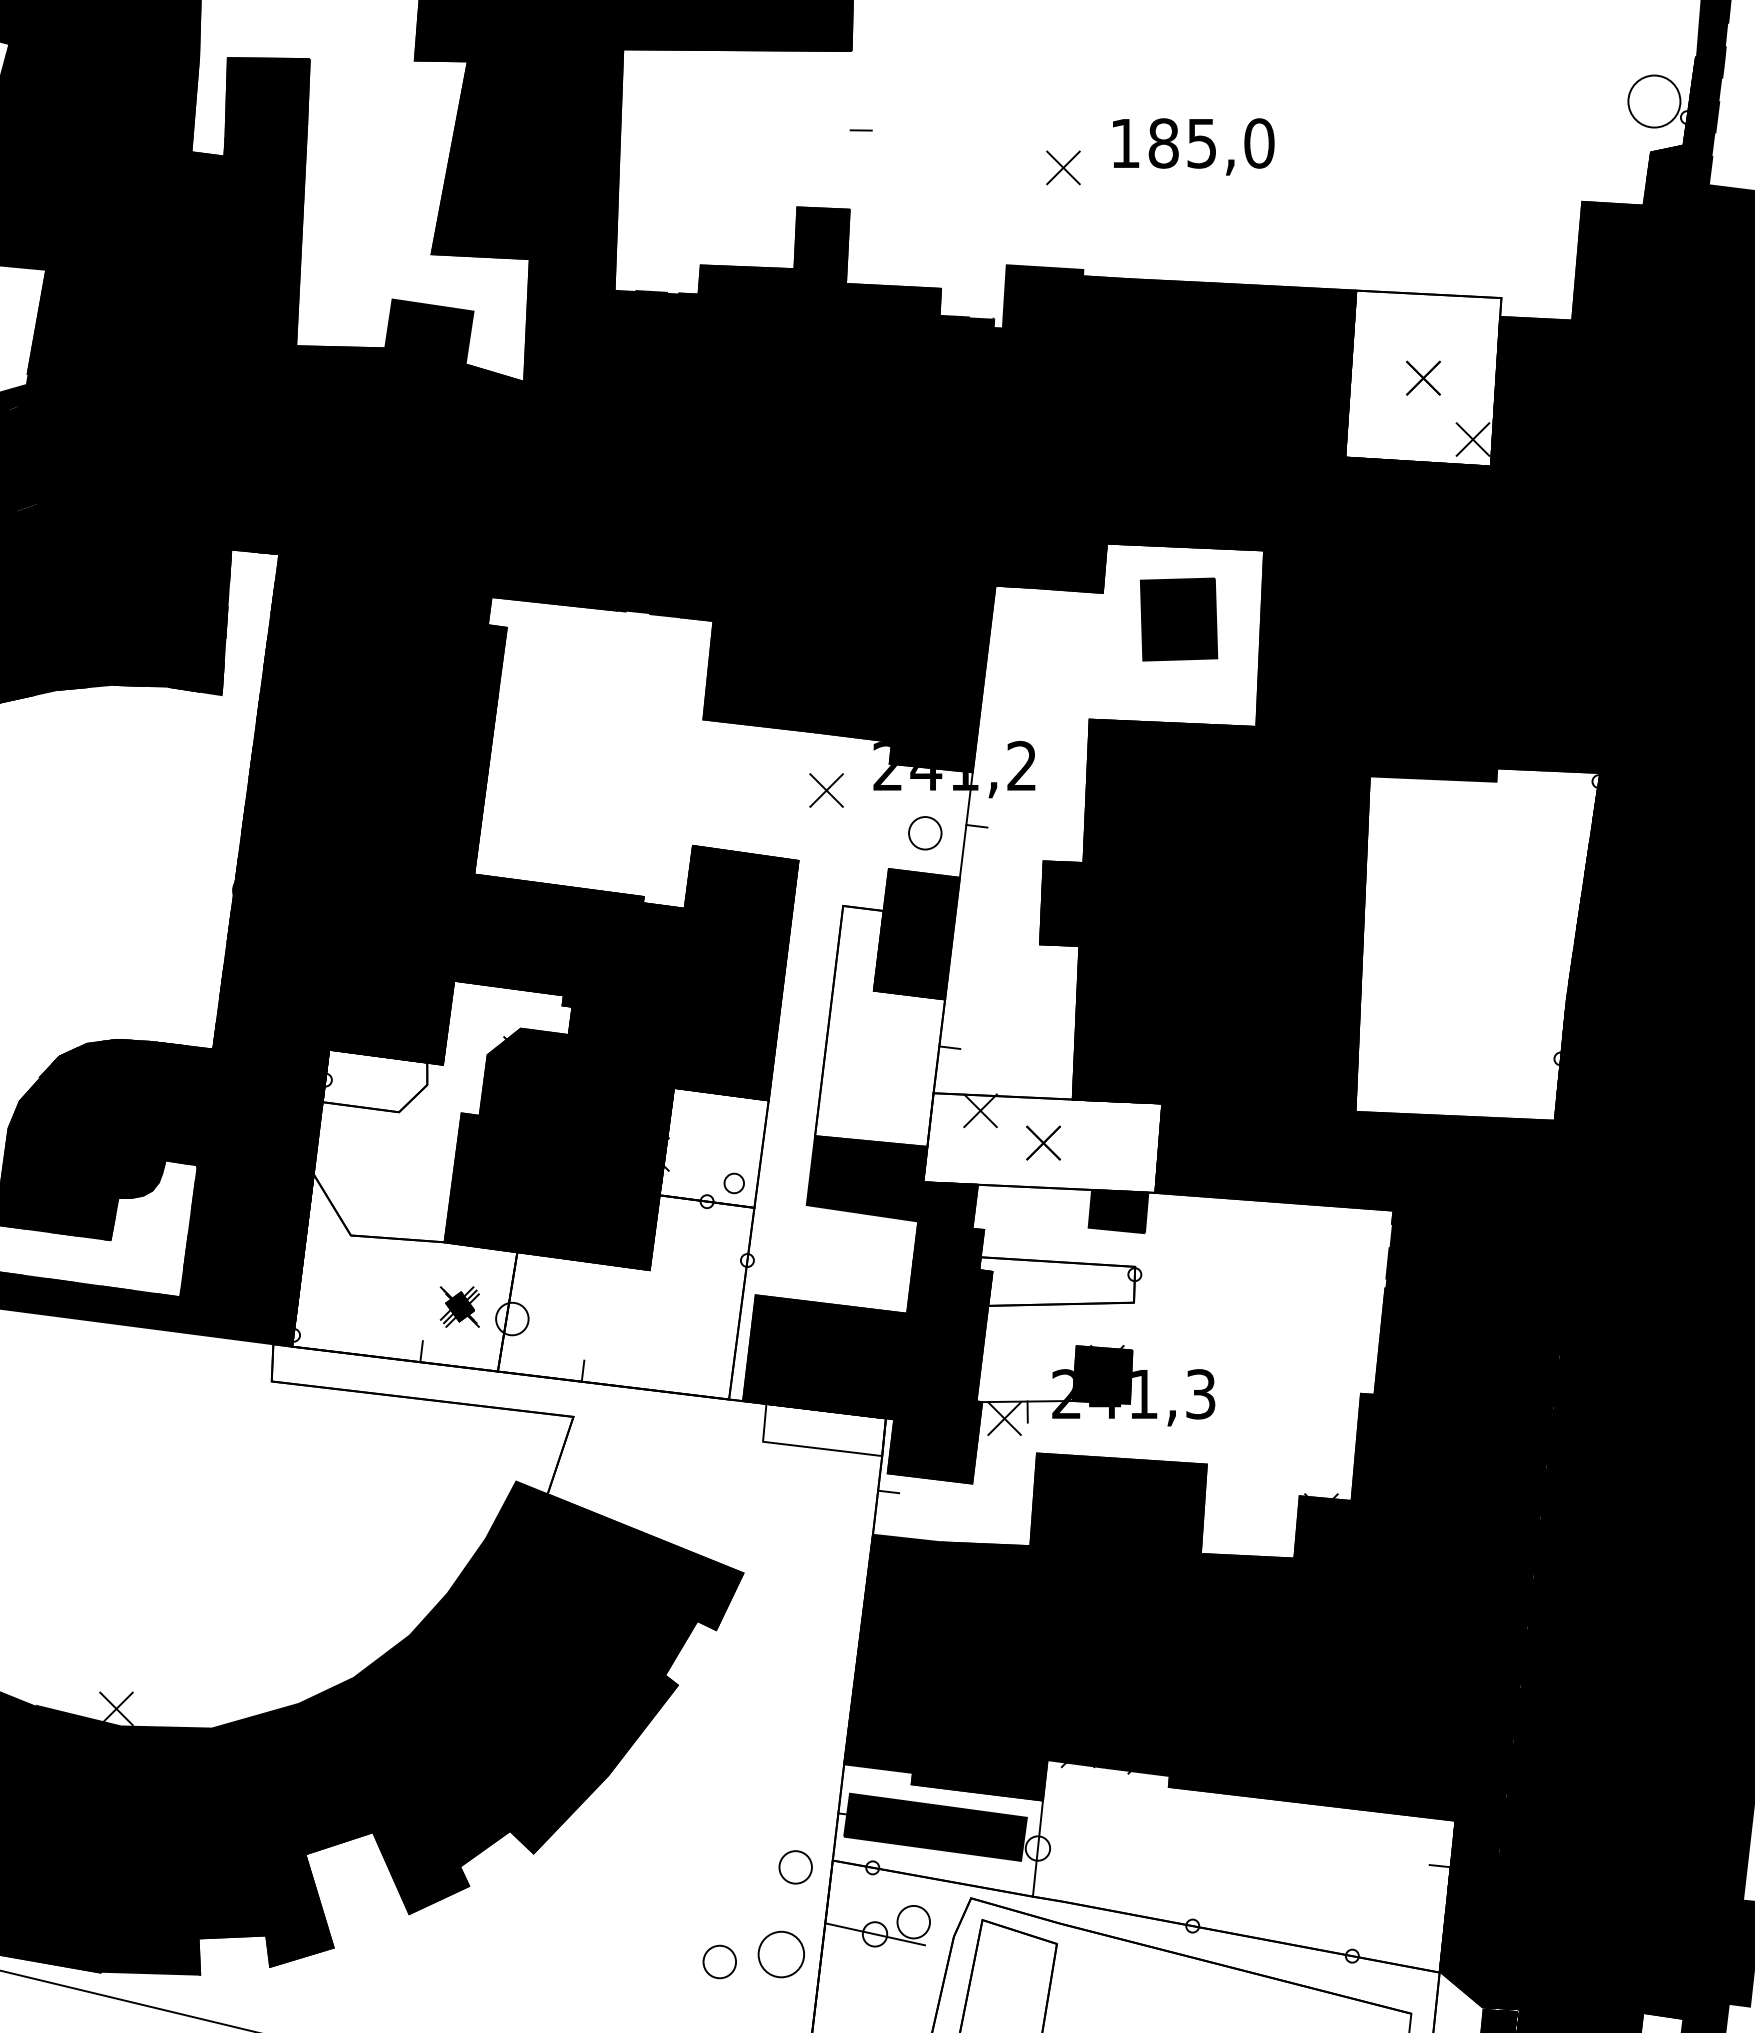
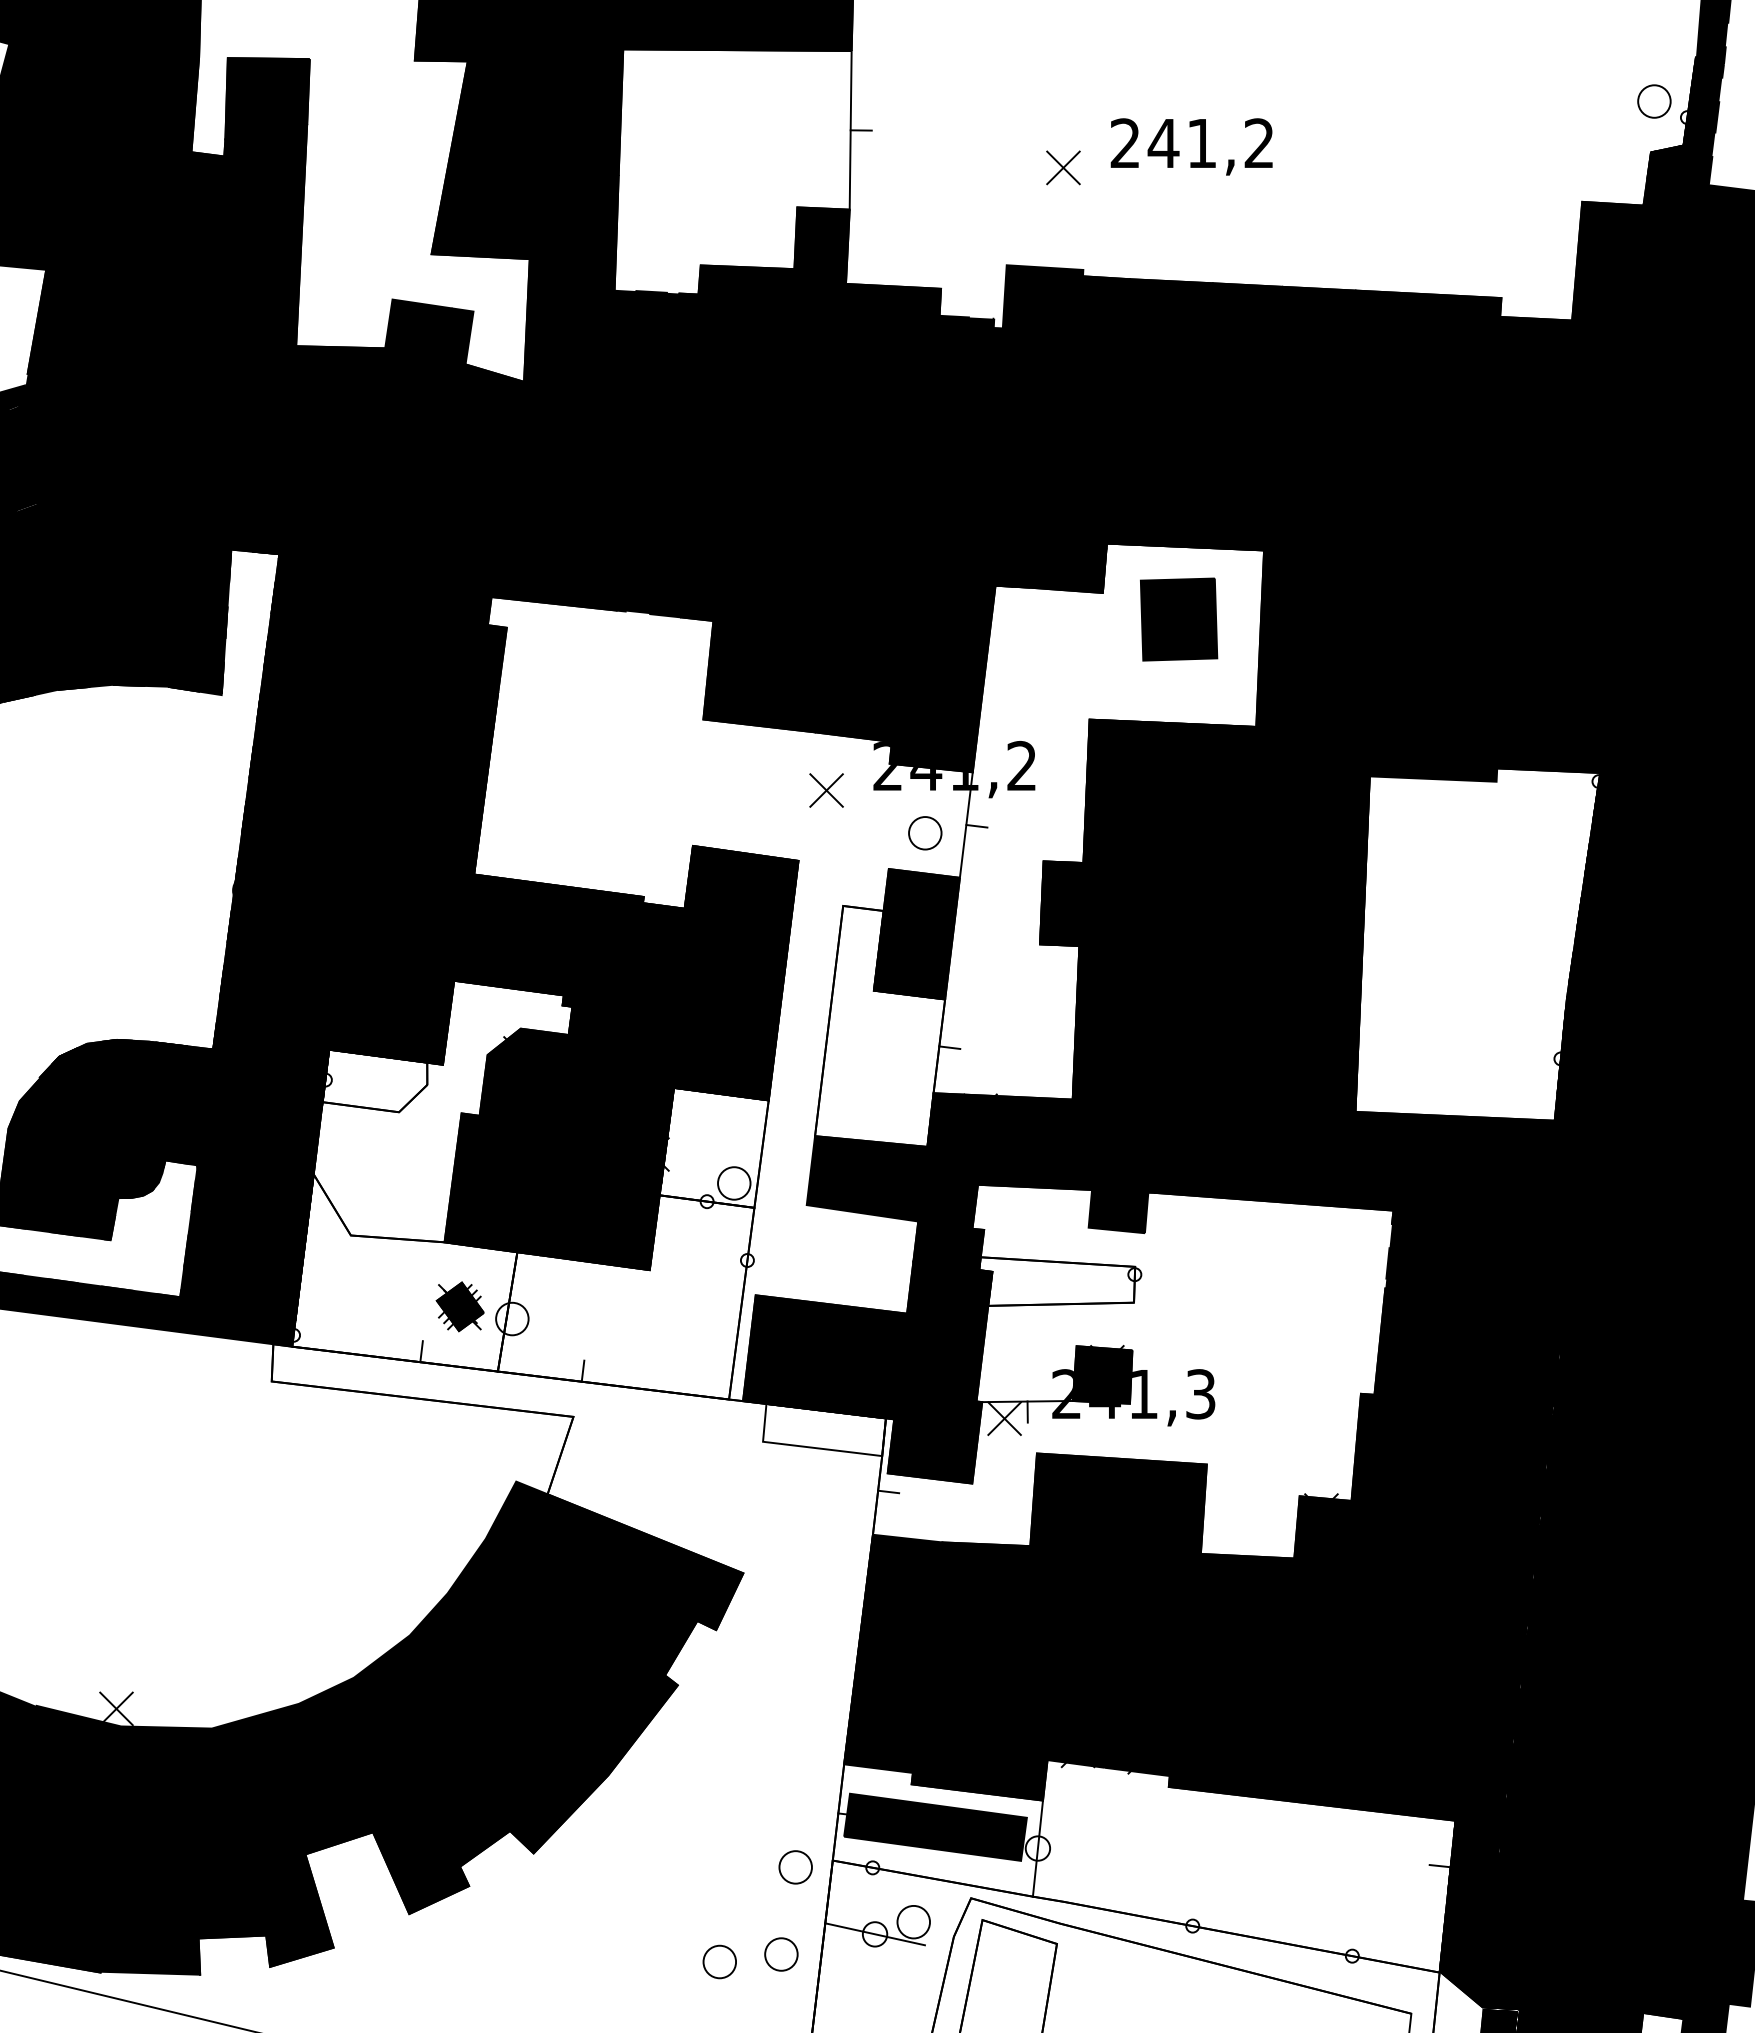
circle at (1654, 101) diameter: 52 px -> 33 px
line at (850, 130): none -> present
text at (1192, 143): 185,0 -> 241,2
fill at (1423, 378): none -> present
fill at (1042, 1142): none -> present
circle at (734, 1183) diameter: 20 px -> 33 px
part at (459, 1306) size: 41x42 px -> 50x52 px
circle at (780, 1954) size: 48x49 px -> 35x35 px
